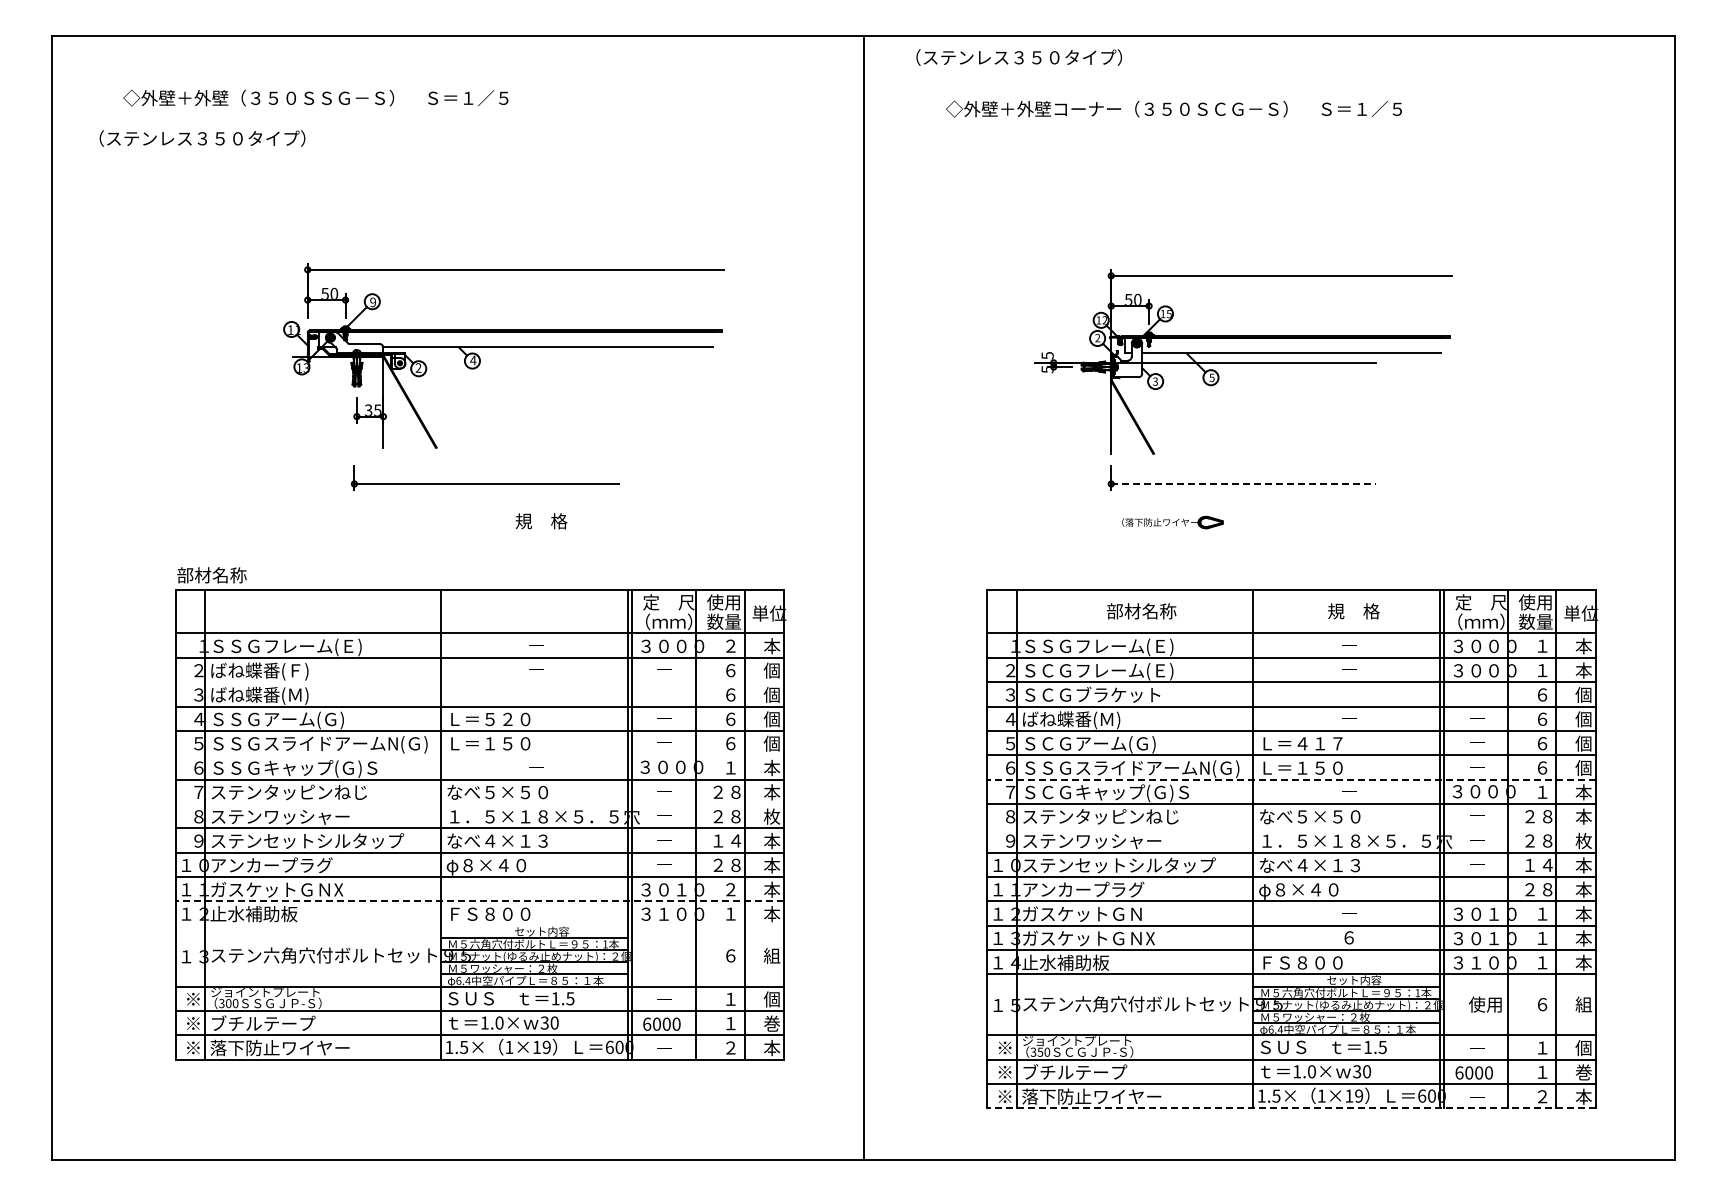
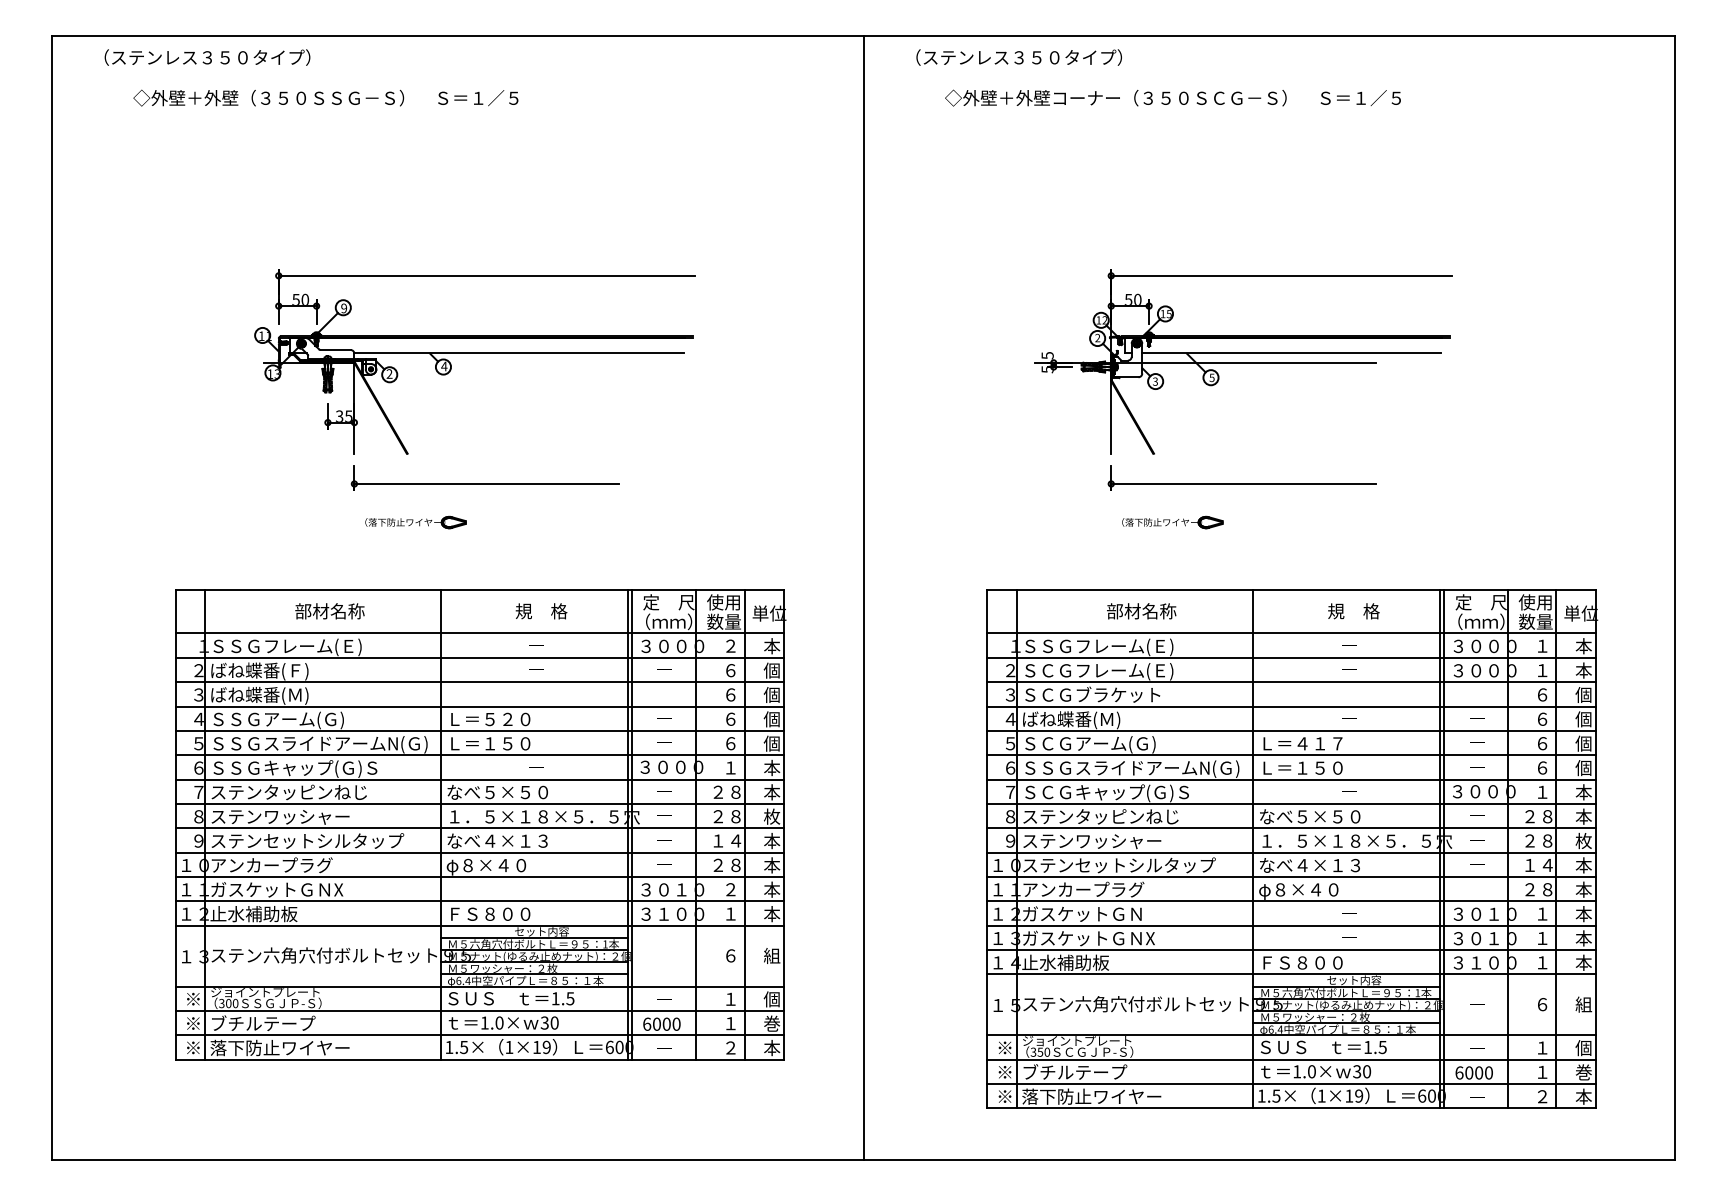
text at (315, 97) position: (315, 97) -> (325, 97)
text at (1173, 108) position: (1173, 108) -> (1172, 97)
text at (202, 138) position: (202, 138) -> (207, 57)
part at (503, 347) position: (503, 347) -> (474, 353)
line at (1244, 483): dashed -> solid
text at (541, 521) position: (541, 521) -> (541, 611)
part at (415, 522): none -> present
text at (211, 575) position: (211, 575) -> (329, 611)
line at (479, 682): none -> present
line at (479, 755): none -> present
line at (1291, 779): dashed -> solid
line at (479, 803): none -> present
line at (1291, 828): none -> present
line at (479, 901): dashed -> solid
line at (479, 925): none -> present
text at (1349, 937): ６ -> ―
text at (1484, 1004): 使用 -> ―
line at (1291, 1108): dashed -> solid
